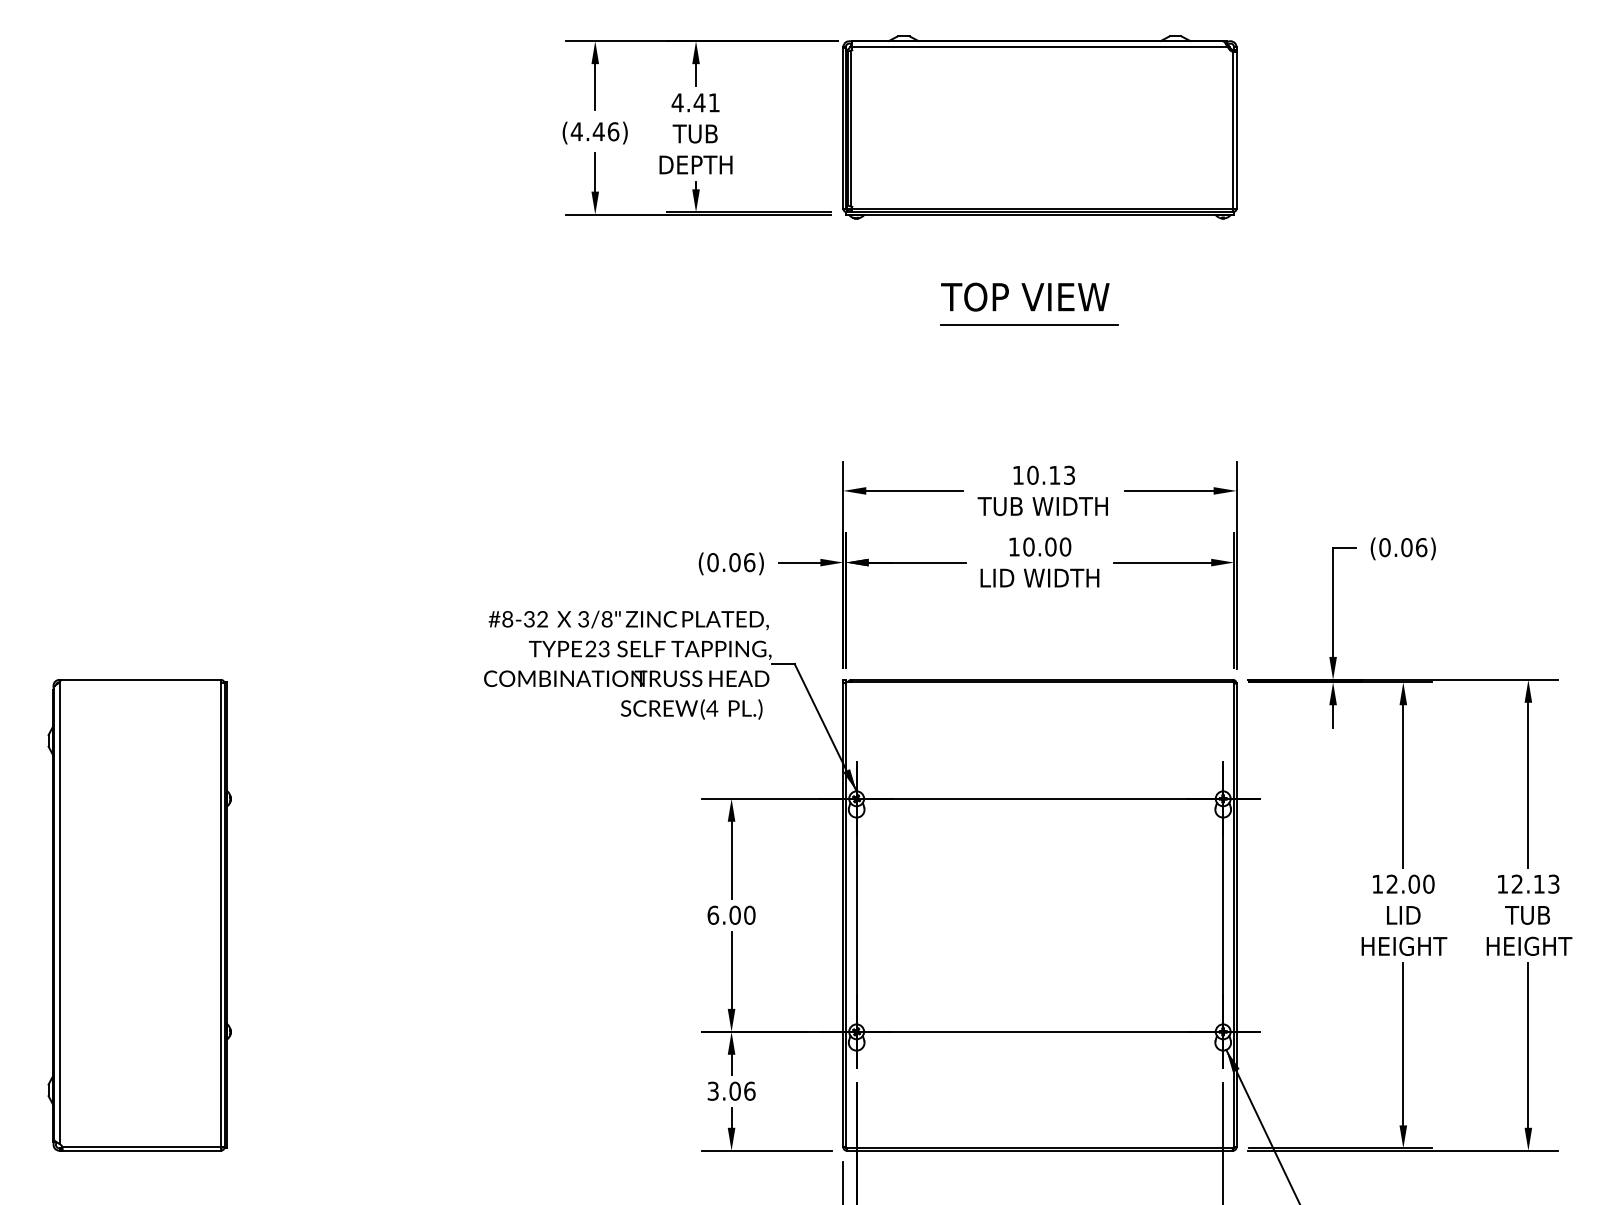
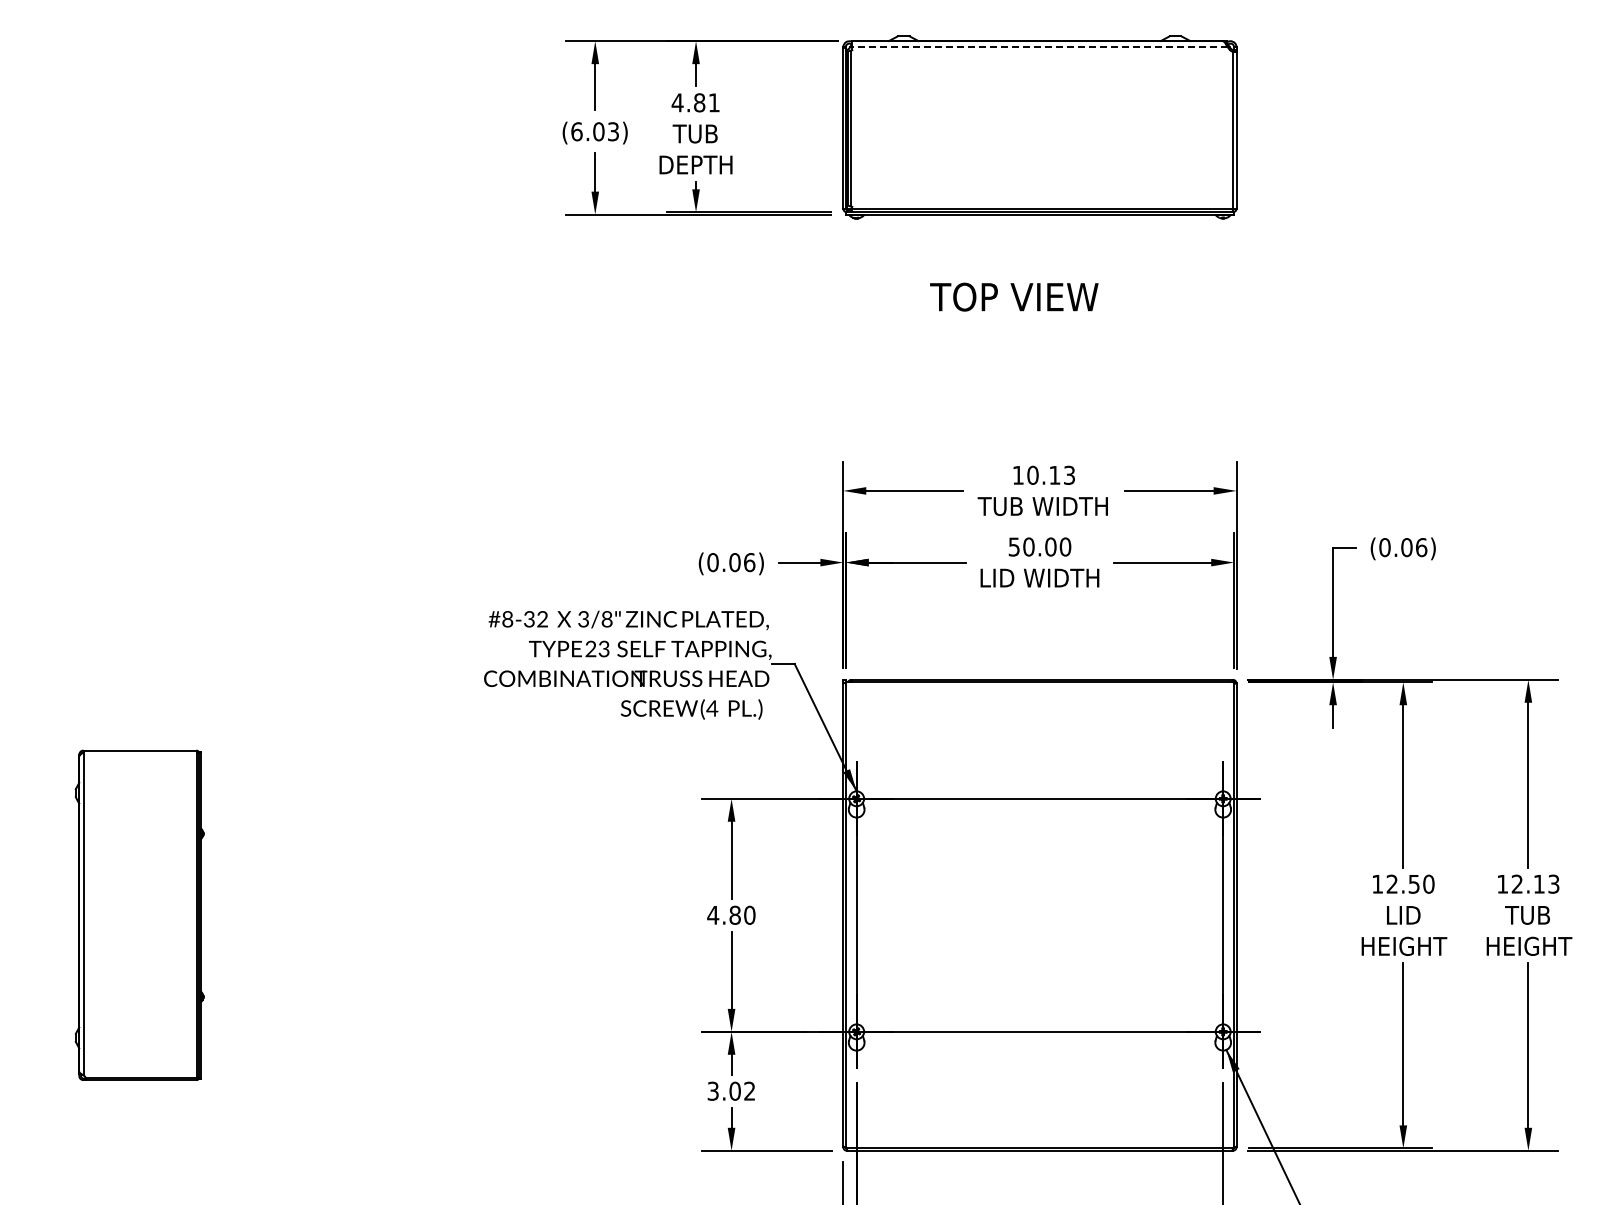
line at (1040, 47): solid -> dashed
text at (699, 102): 4.41 -> 4.81
text at (594, 131): (4.46) -> (6.03)
text at (1025, 296) position: (1025, 296) -> (1014, 296)
line at (1029, 324): present -> none
text at (1013, 546): 10.00 -> 50.00
text at (1413, 883): 12.00 -> 12.50
text at (723, 914): 6.00 -> 4.80
part at (139, 915) size: 185x473 px -> 131x332 px
text at (749, 1090): 3.06 -> 3.02
